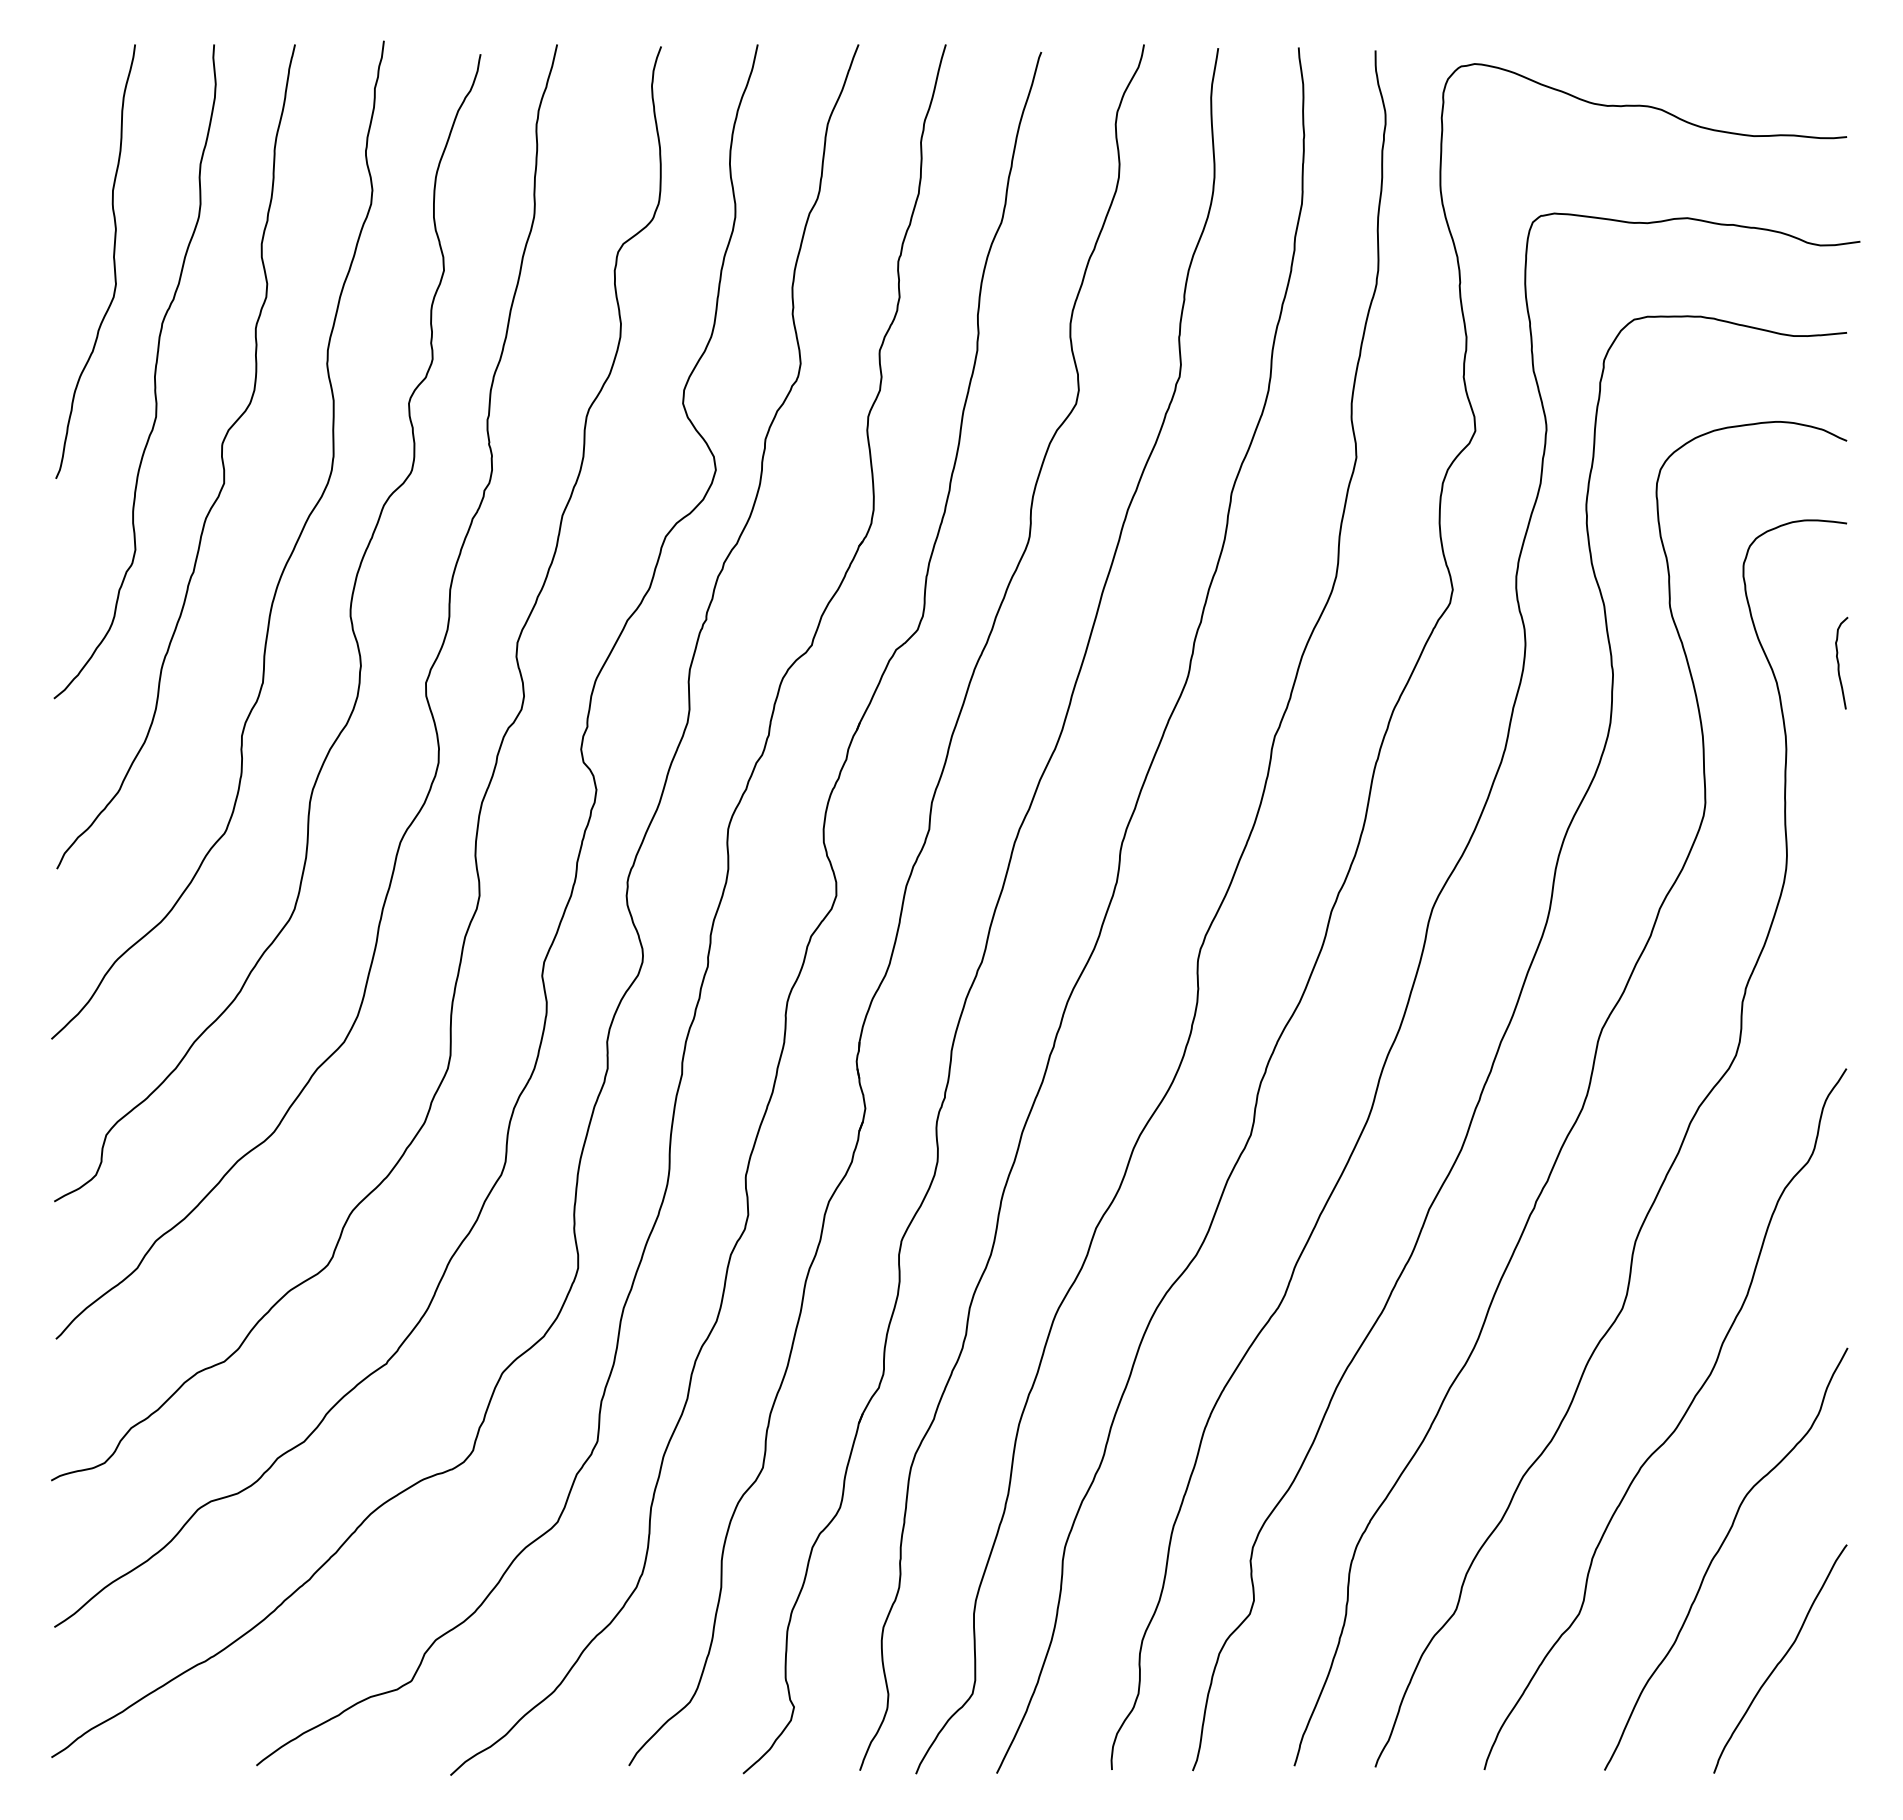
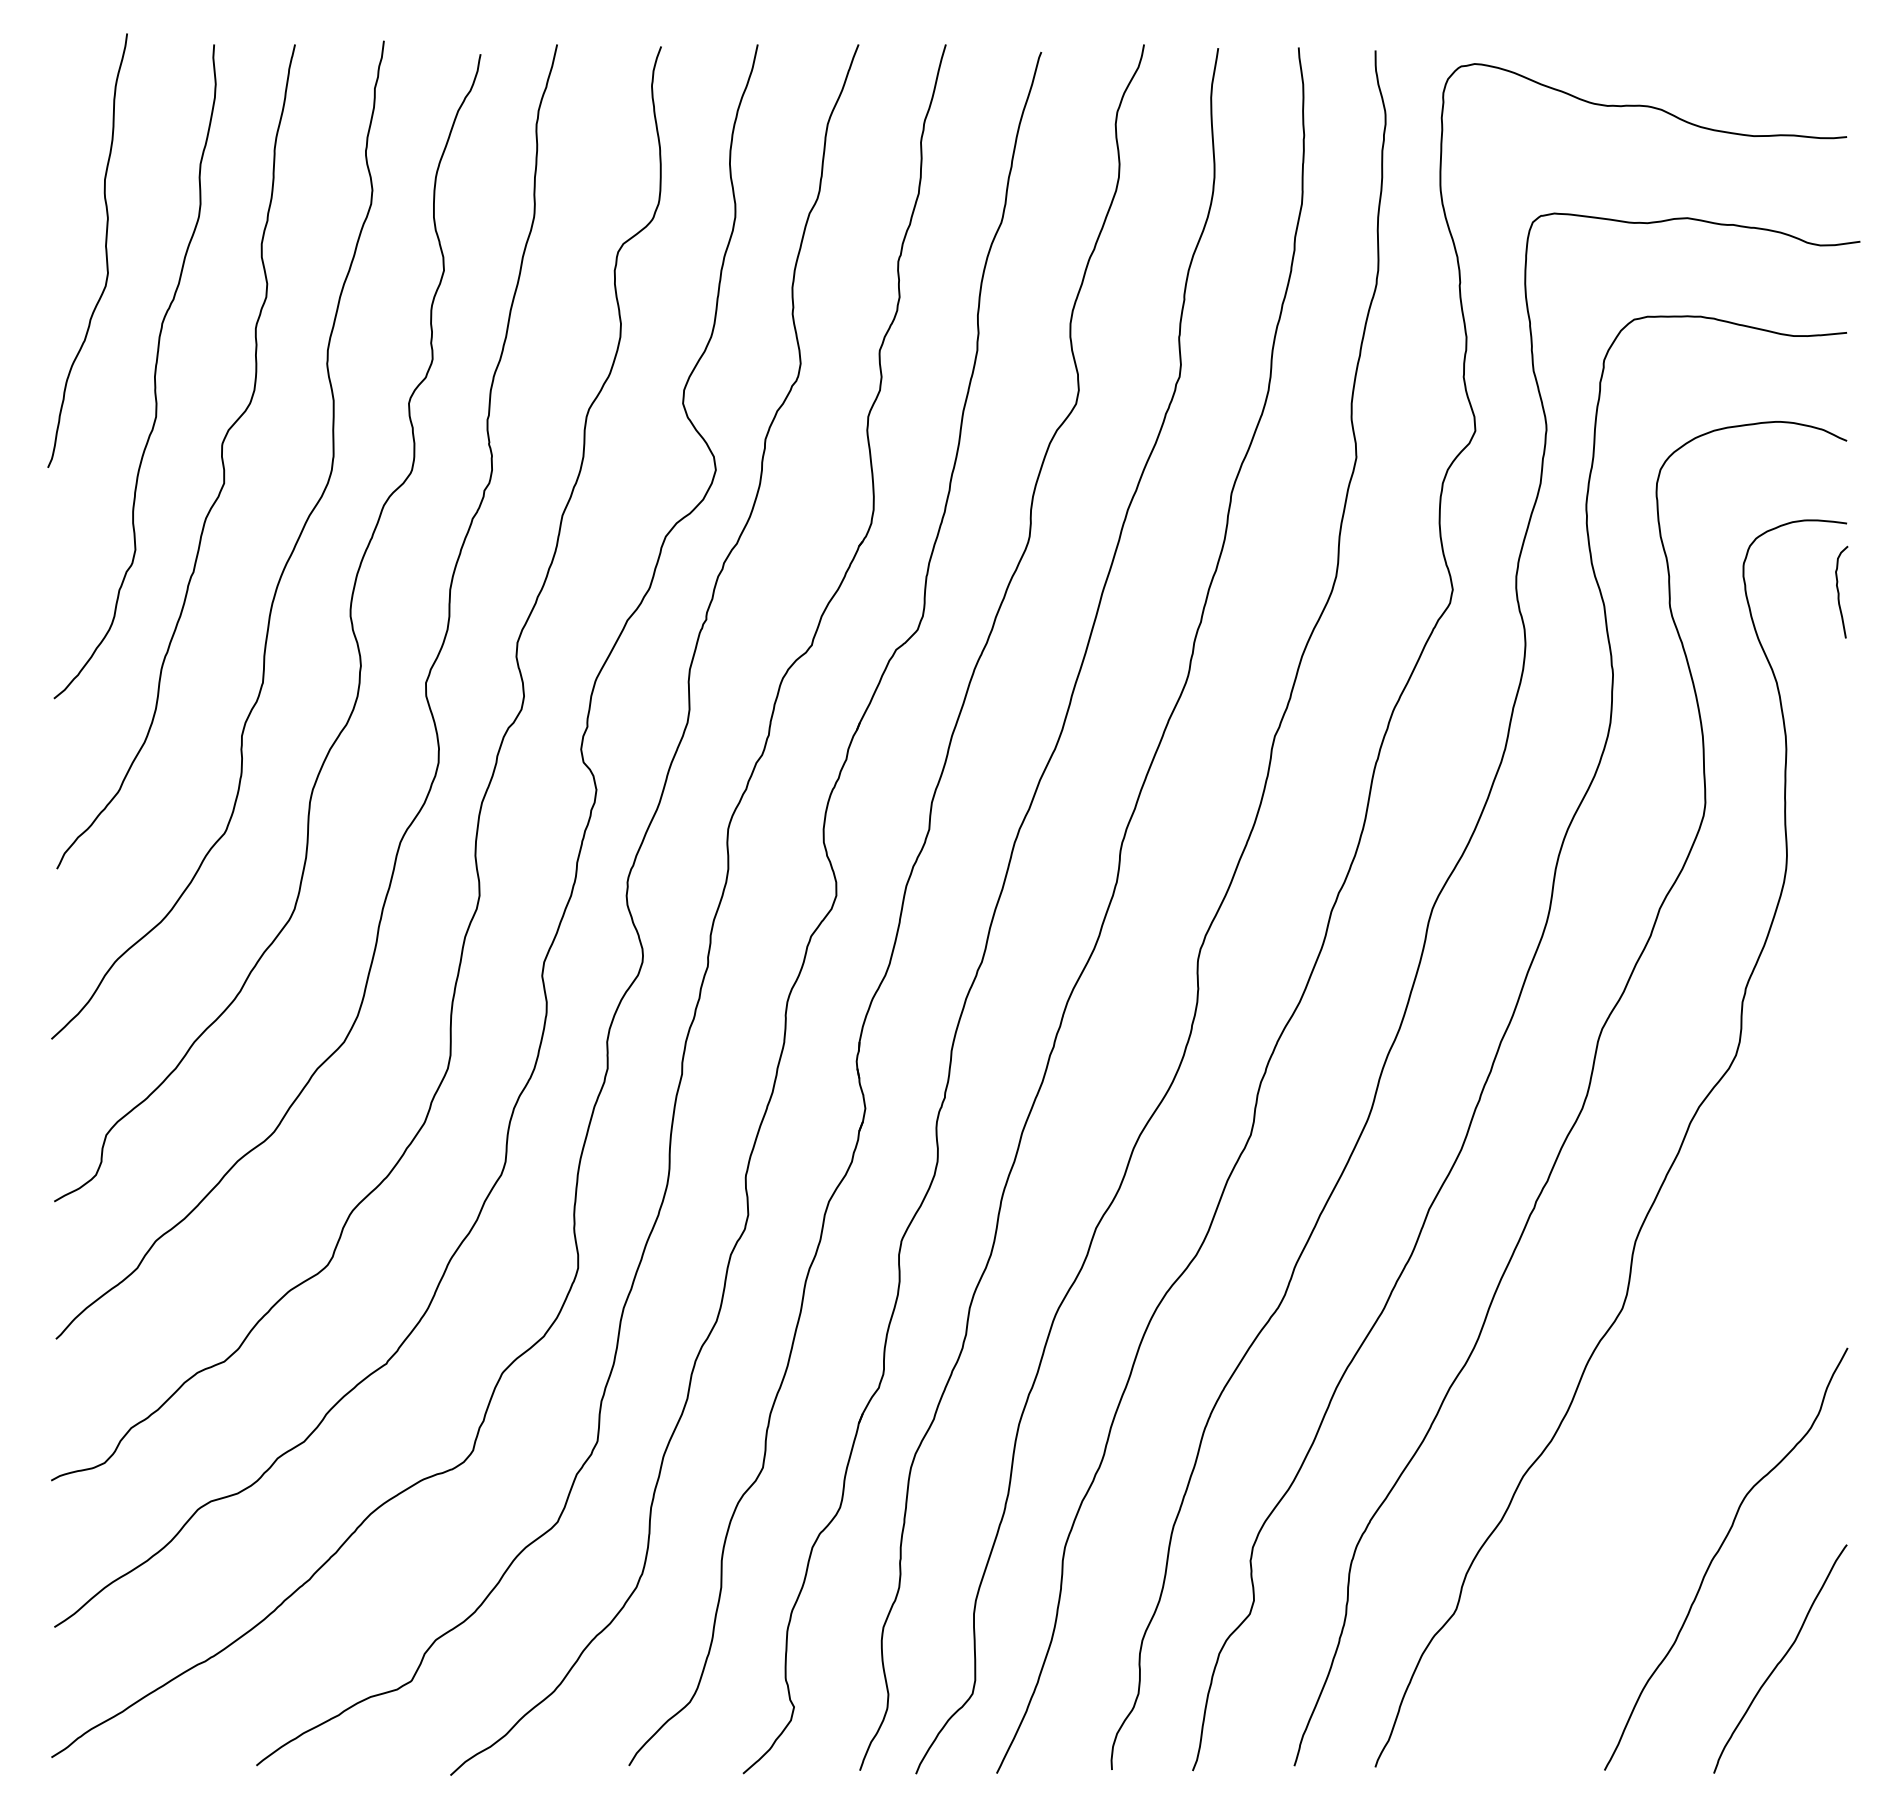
curve at (113, 261) position: (113, 261) -> (105, 250)
curve at (1839, 662) position: (1839, 662) -> (1839, 591)
curve at (1677, 1424): present -> none
